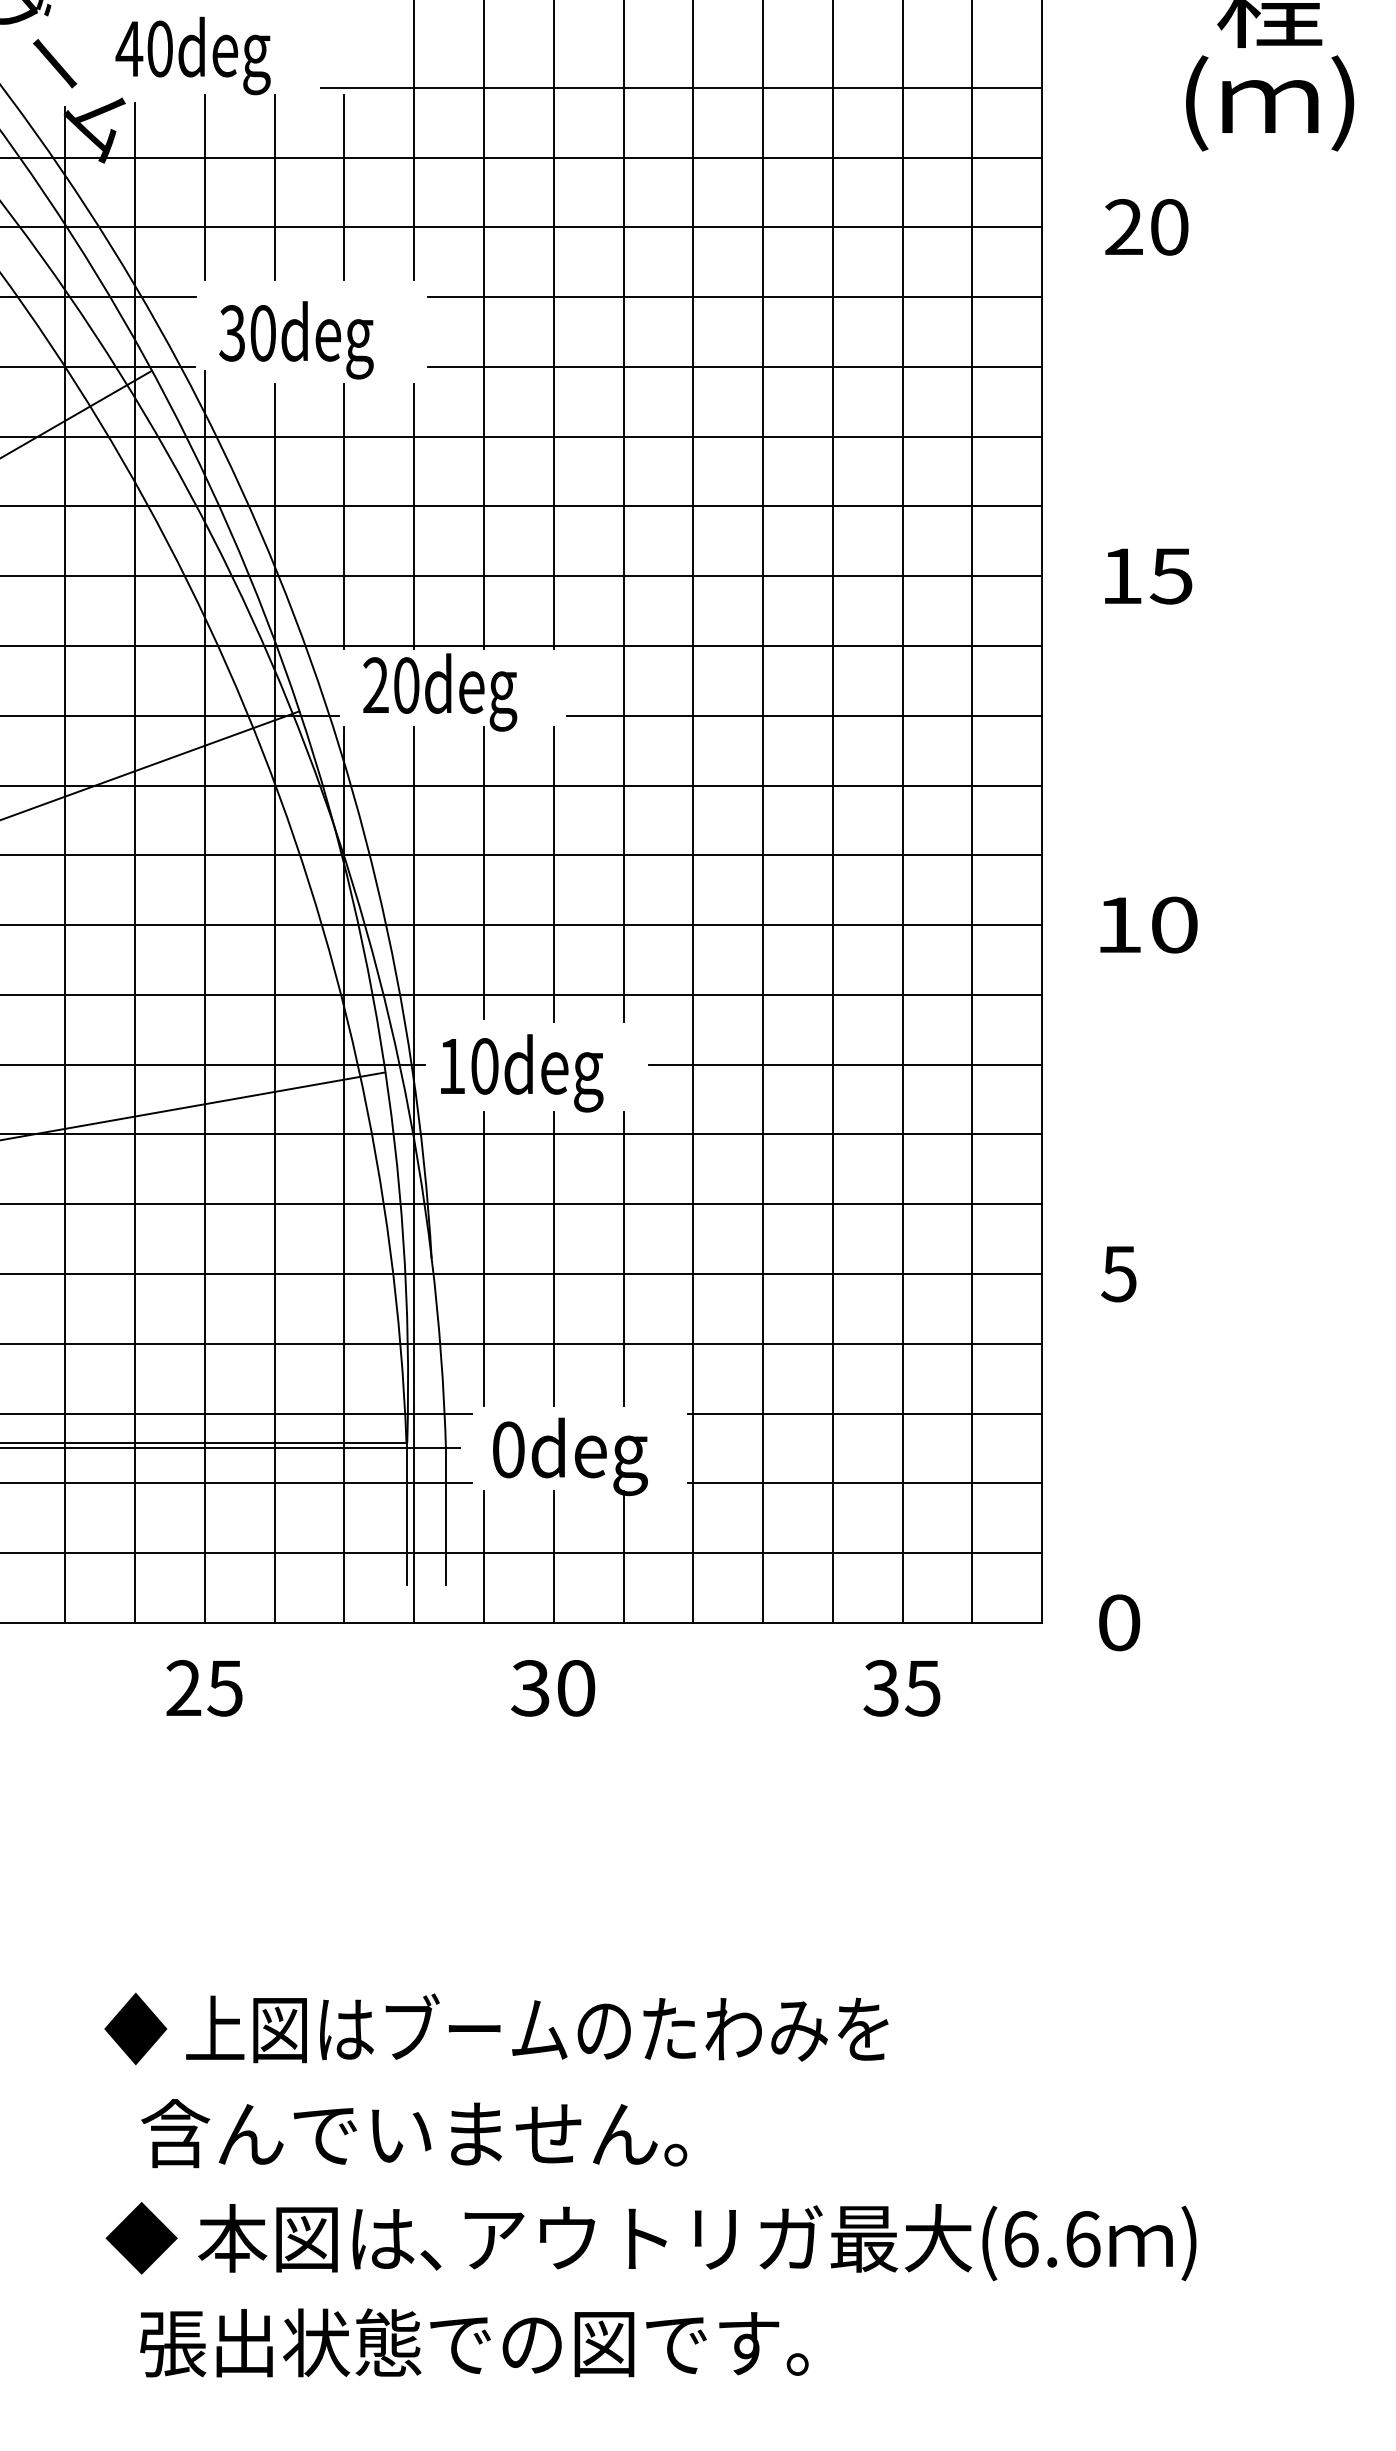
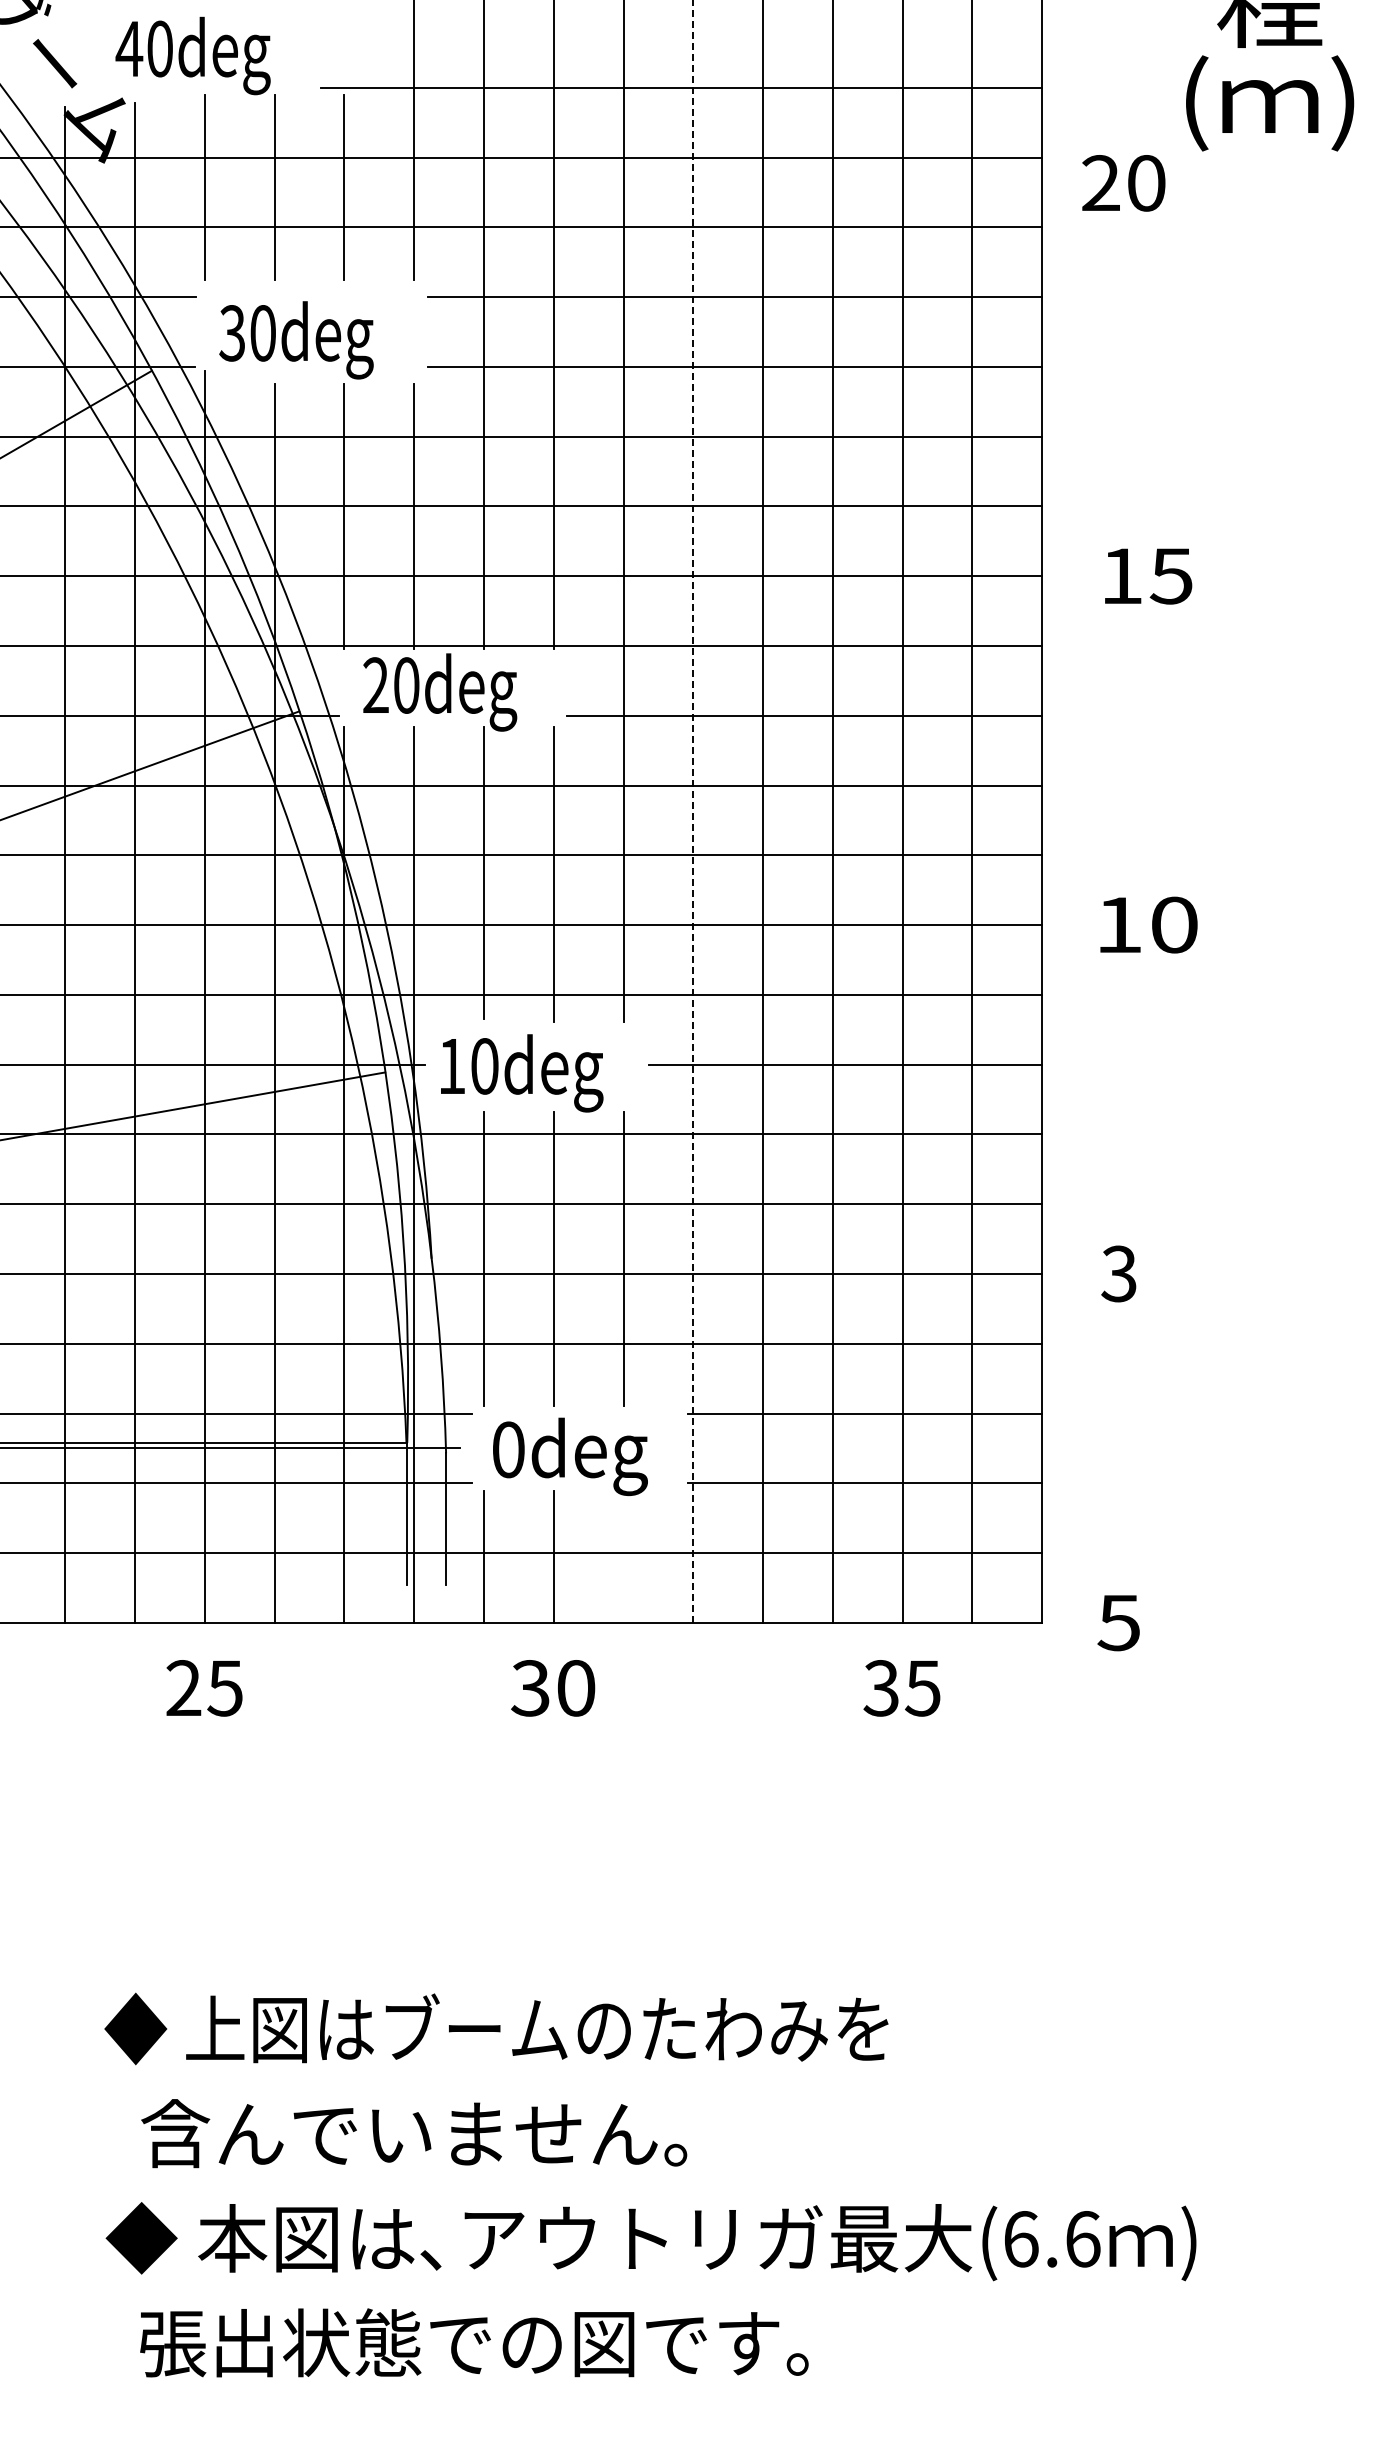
text at (1146, 227) position: (1146, 227) -> (1123, 183)
line at (693, 811): solid -> dashed
text at (1118, 1273): 5 -> 3
line at (623, 1556): present -> none
text at (1118, 1622): 0 -> 5
